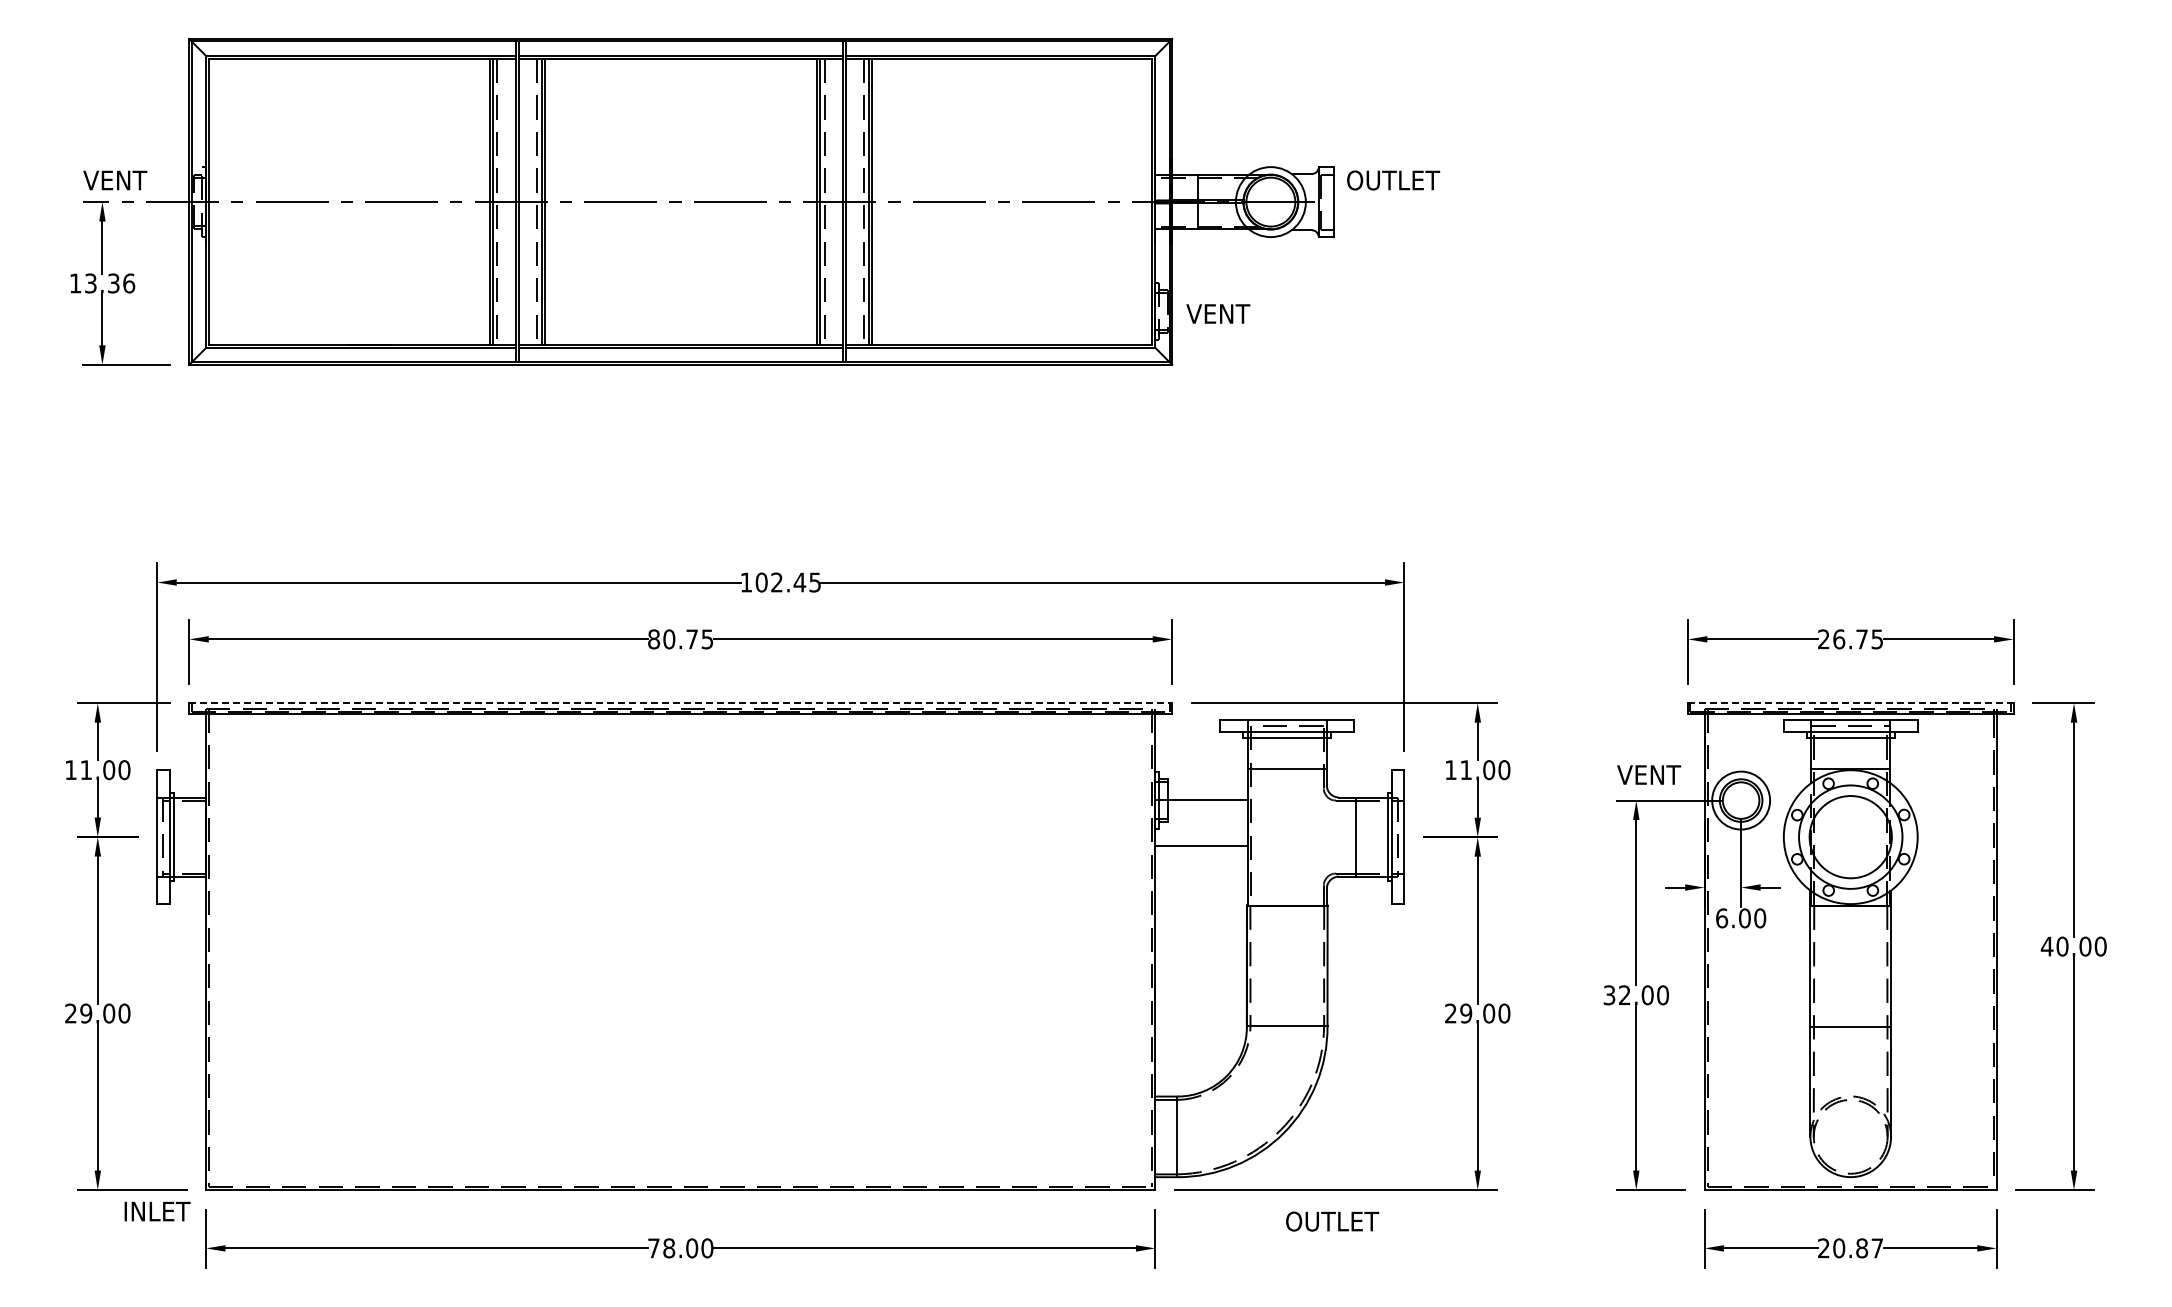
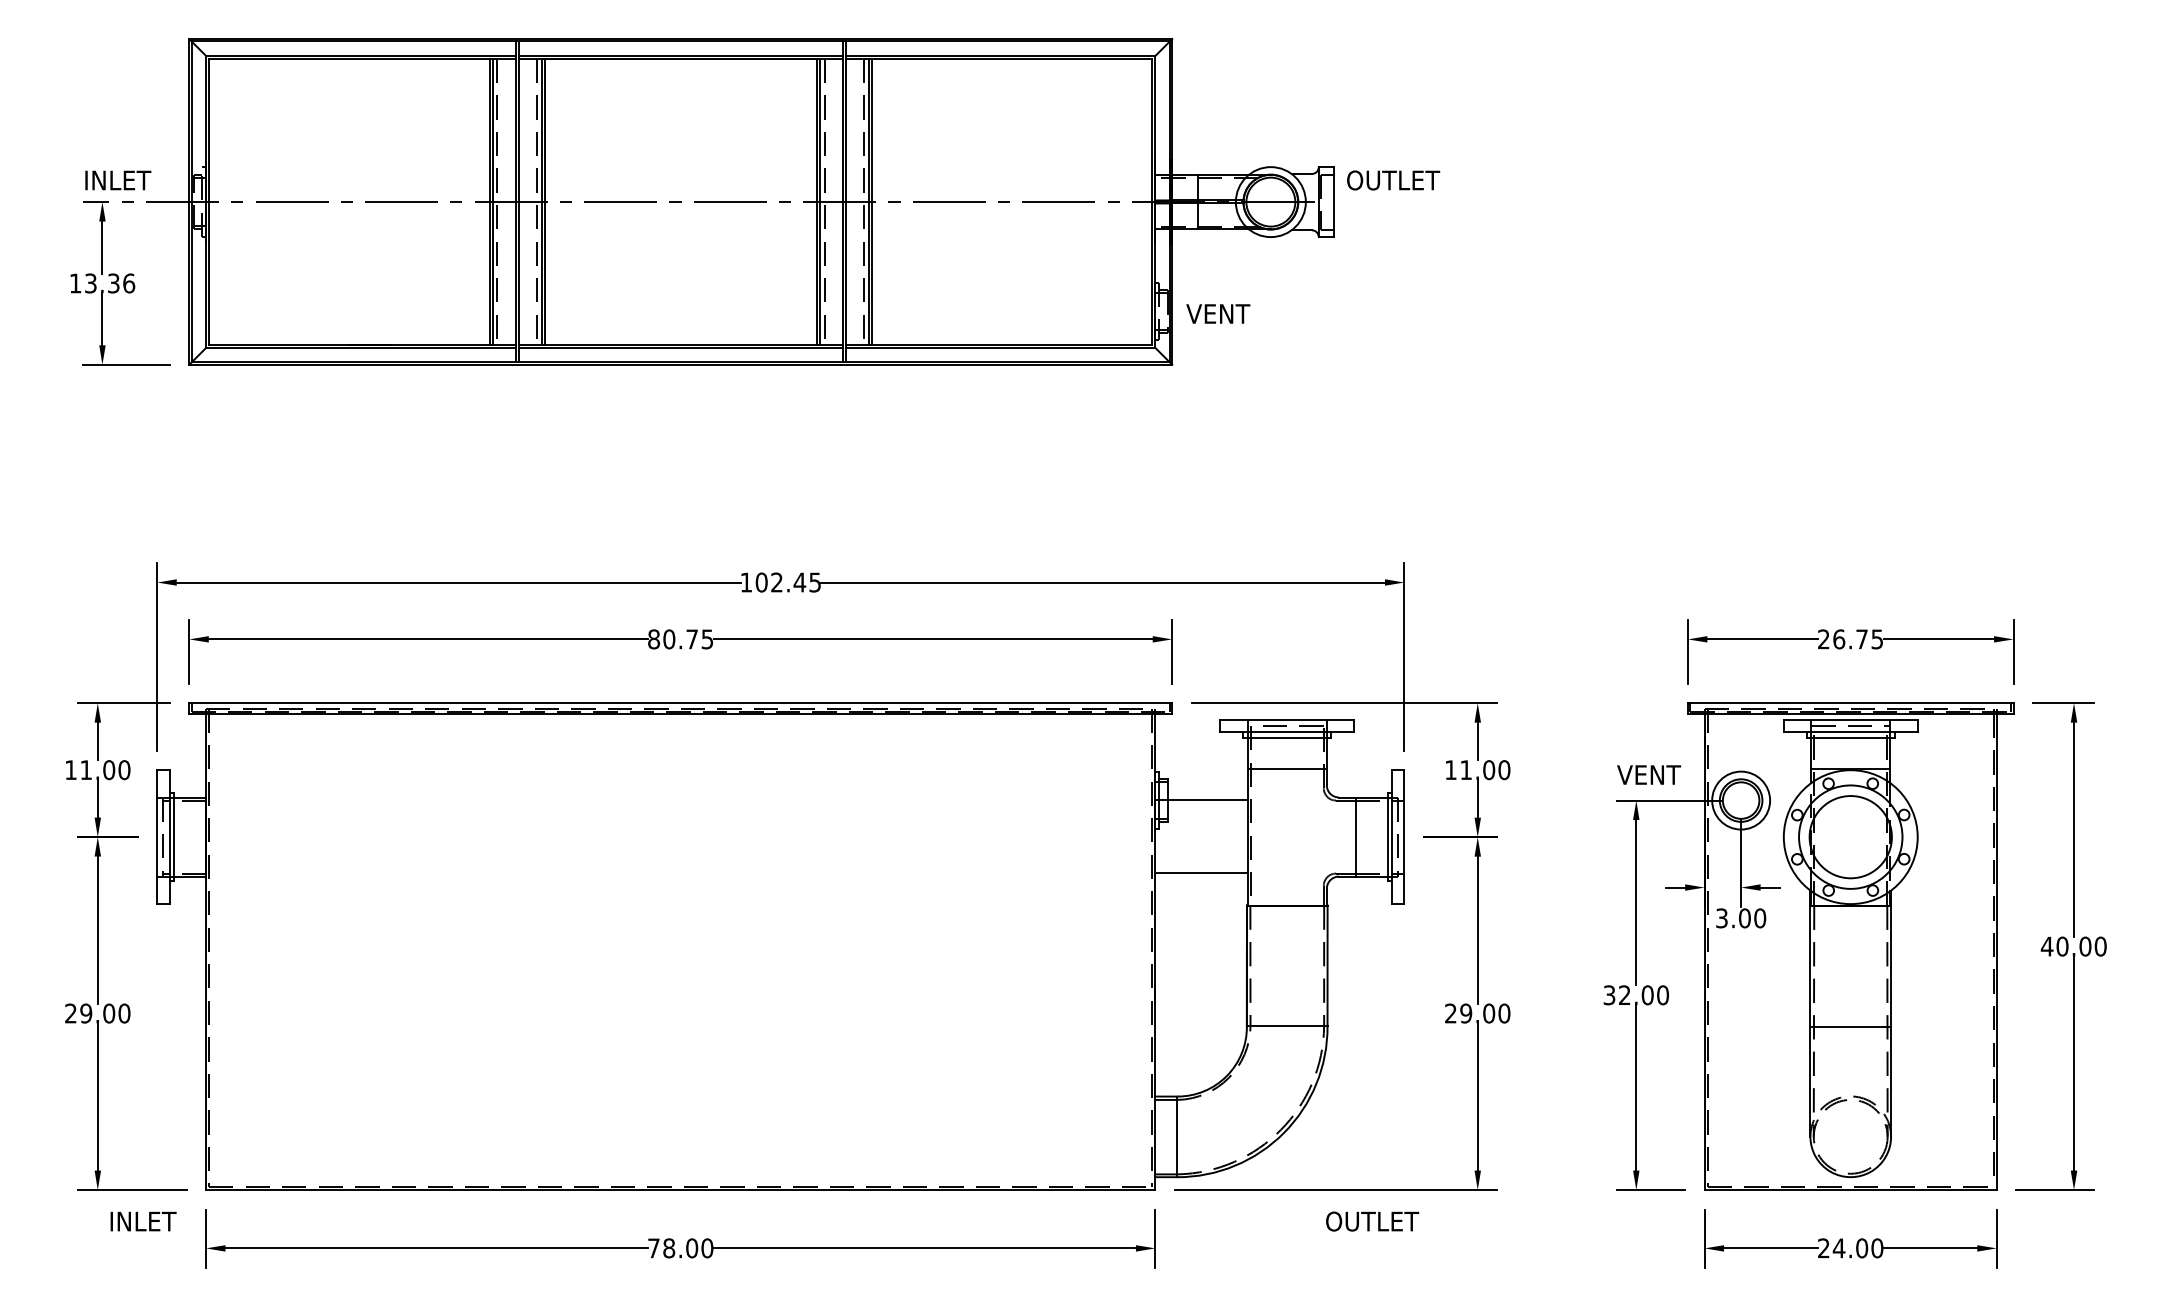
text at (117, 180): VENT -> INLET
line at (681, 703): dashed -> solid
line at (1850, 703): dashed -> solid
line at (1200, 846) position: (1200, 846) -> (1200, 873)
text at (1722, 918): 6.00 -> 3.00
text at (157, 1211) position: (157, 1211) -> (143, 1221)
text at (1332, 1221) position: (1332, 1221) -> (1372, 1221)
text at (1857, 1248): 20.87 -> 24.00
